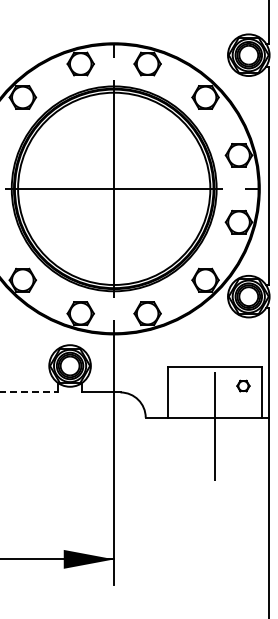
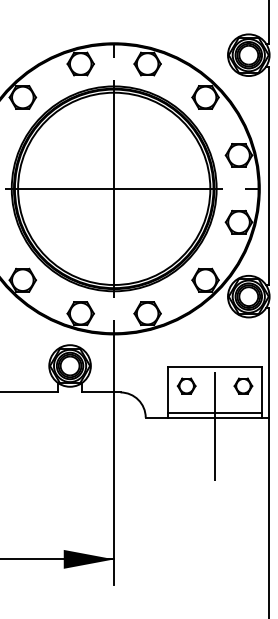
part at (186, 385): none -> present
part at (243, 385) size: 15x14 px -> 21x18 px
line at (29, 392): dashed -> solid
line at (214, 412): none -> present
